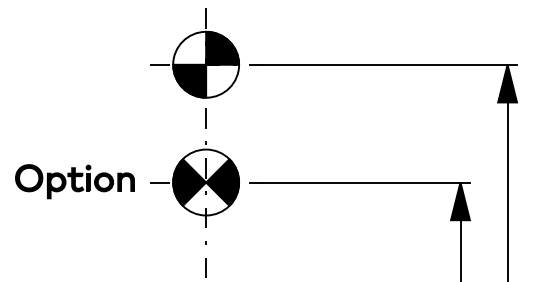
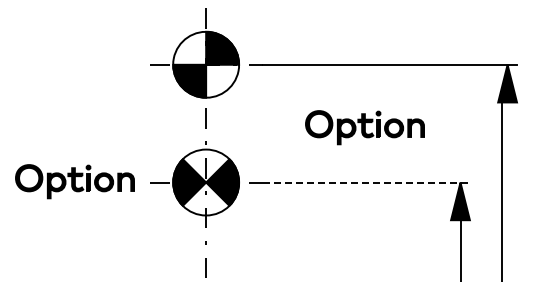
part at (364, 127): none -> present
line at (366, 182): solid -> dashed
line at (507, 190) position: (507, 190) -> (501, 190)
